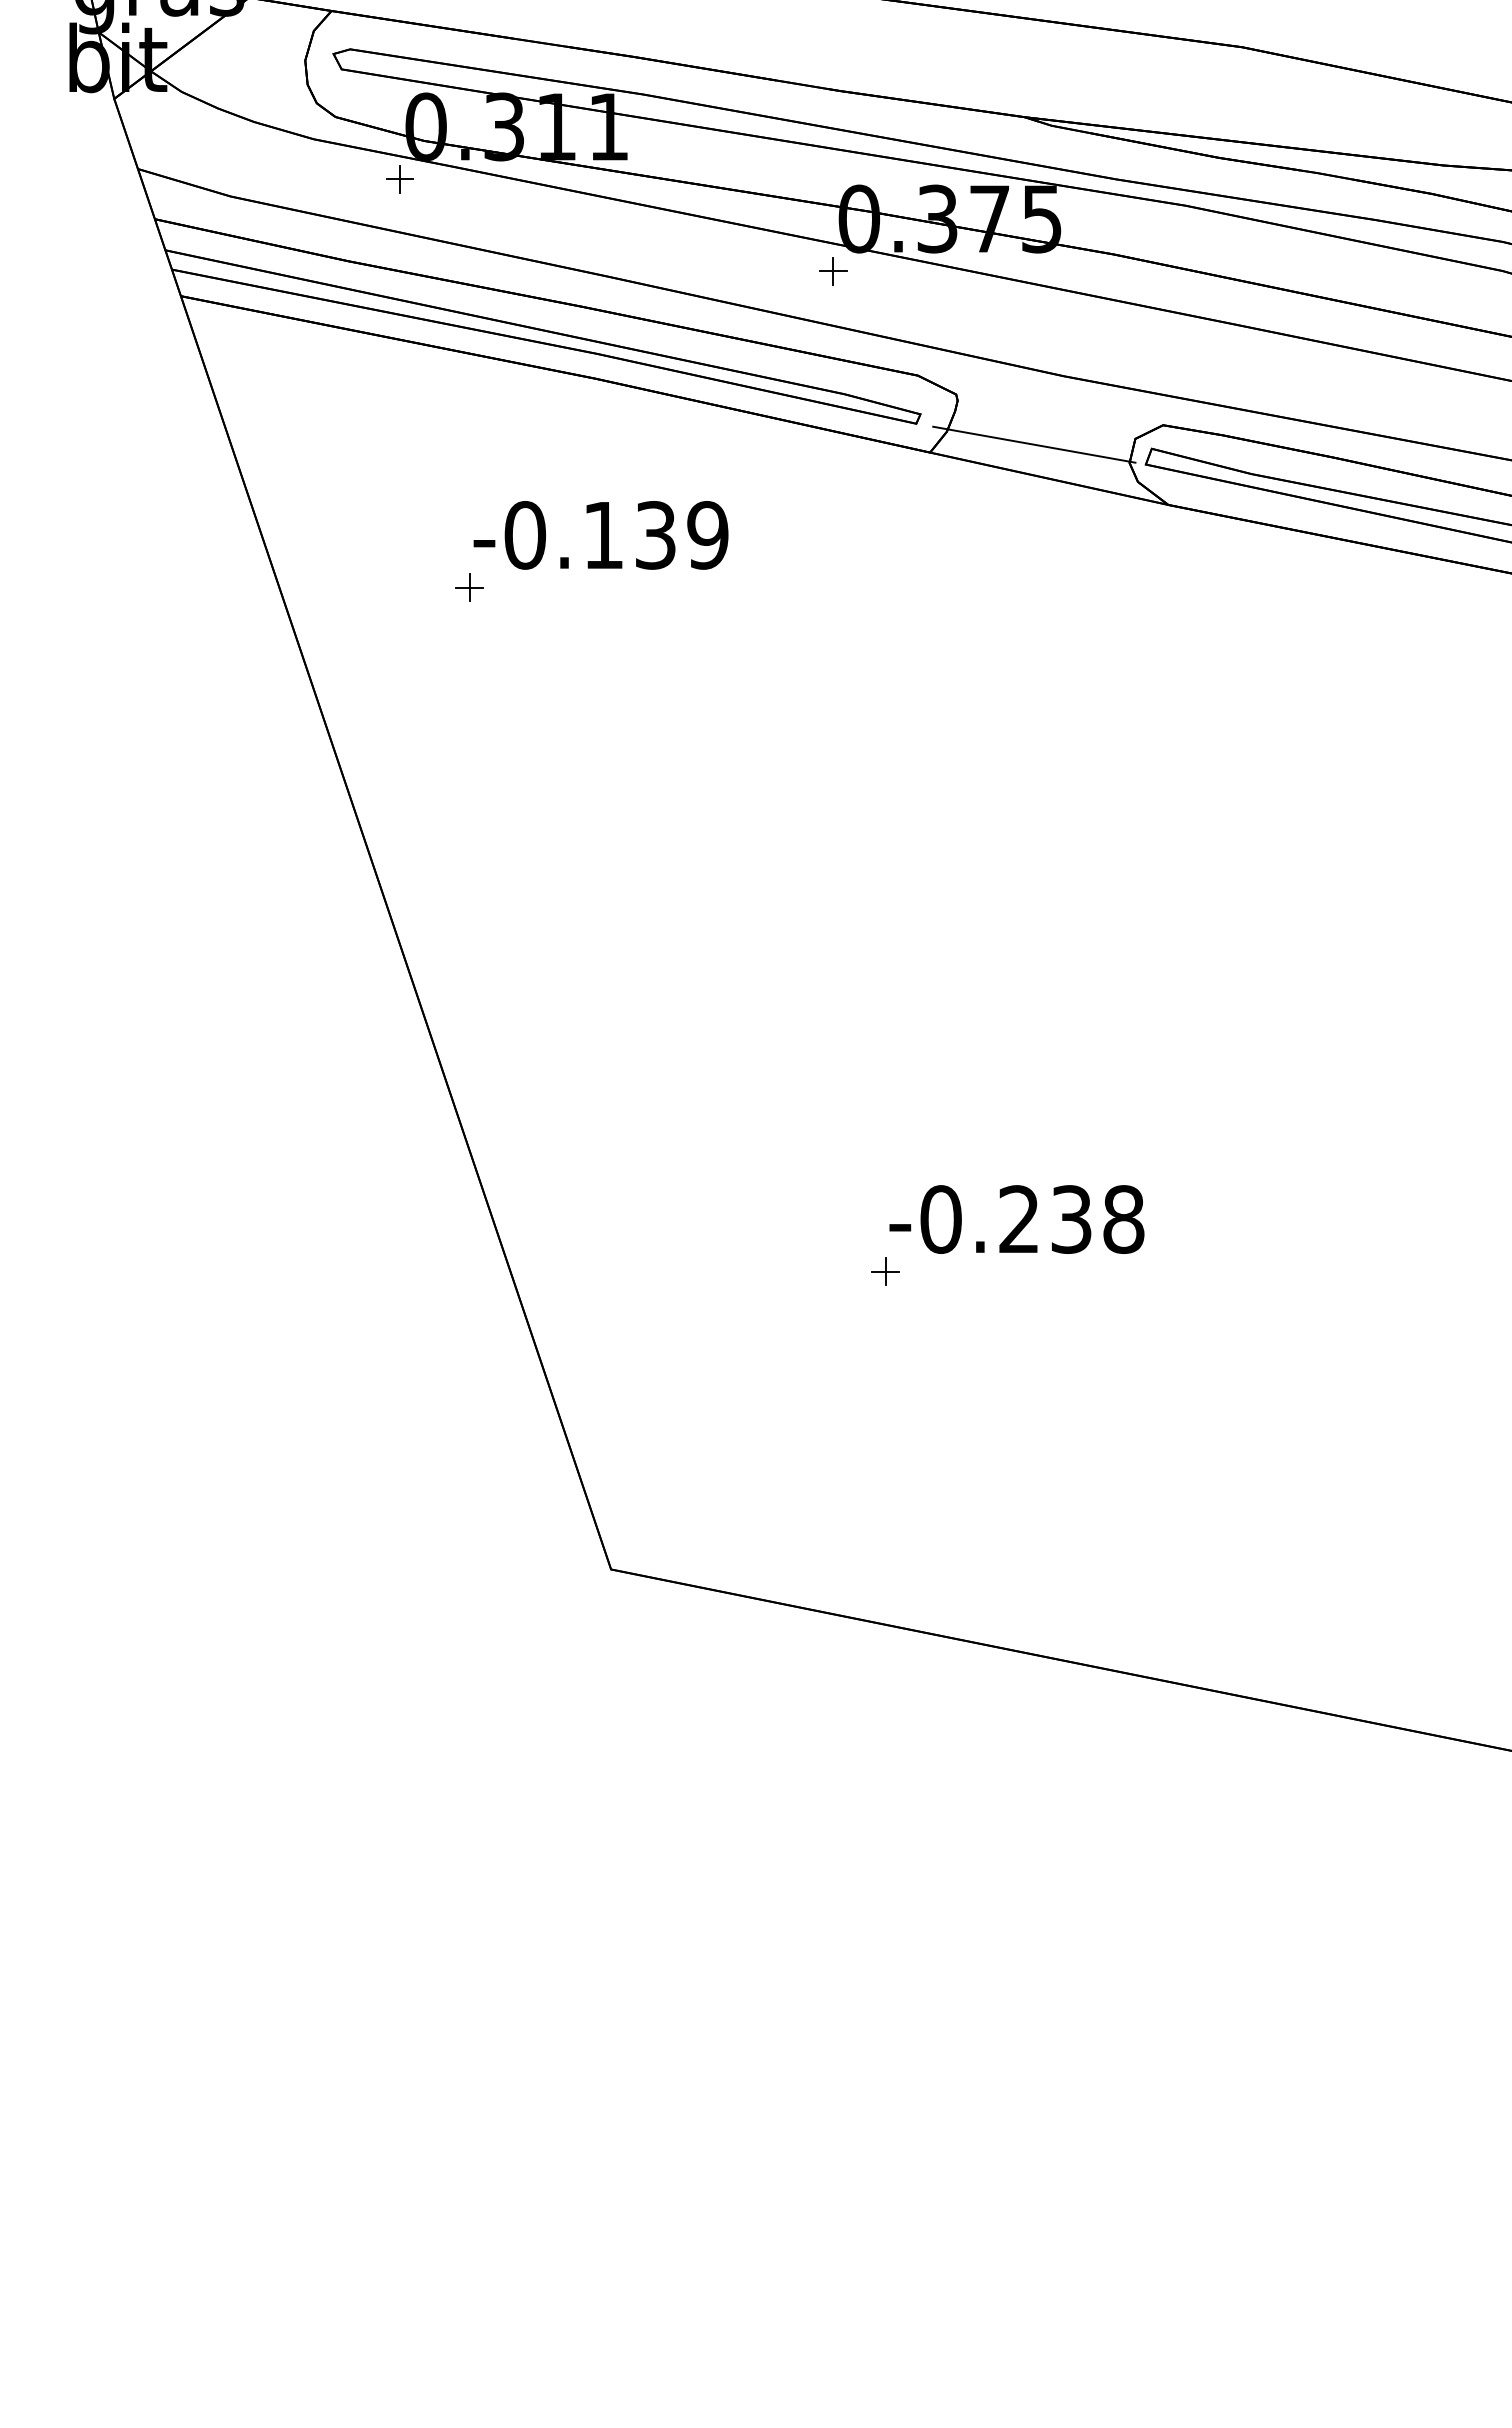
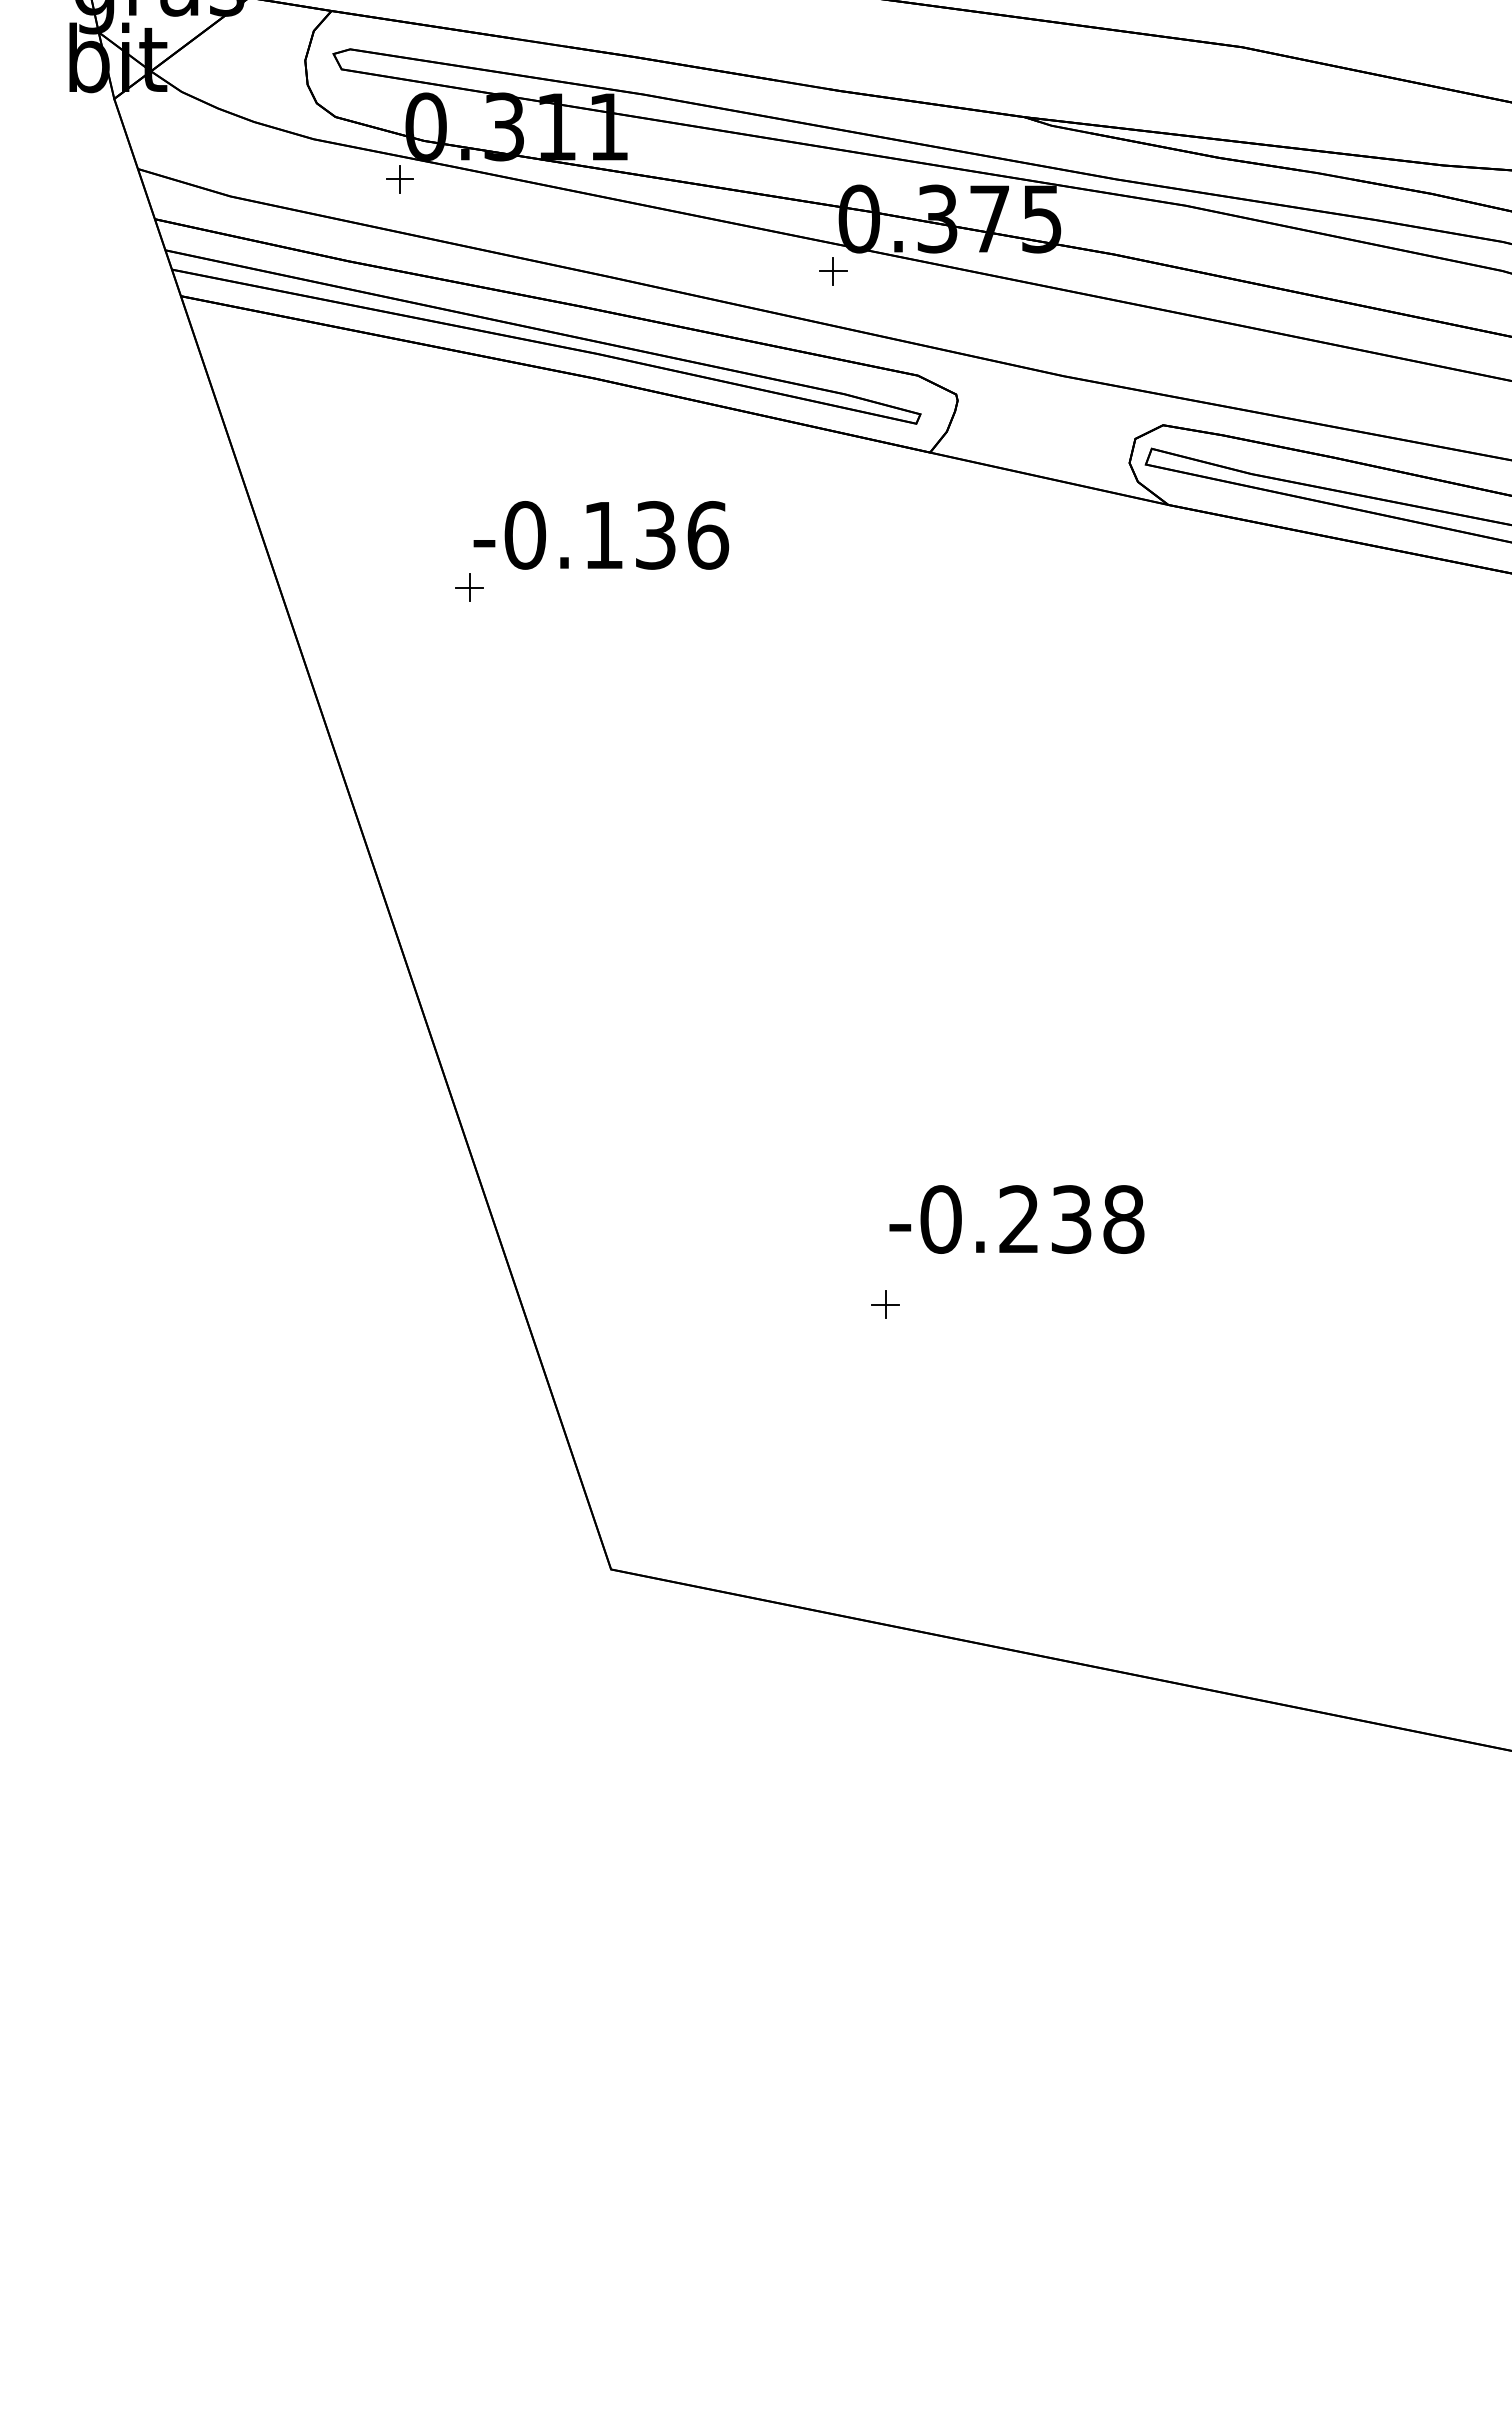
line at (1034, 444): present -> none
text at (708, 535): -0.139 -> -0.136
part at (885, 1271) position: (885, 1271) -> (885, 1304)
